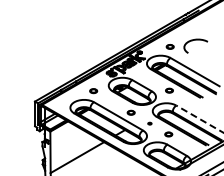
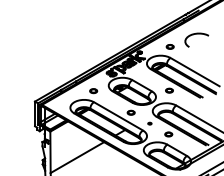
curve at (195, 40) position: (195, 40) -> (196, 34)
line at (199, 118): dashed -> solid
